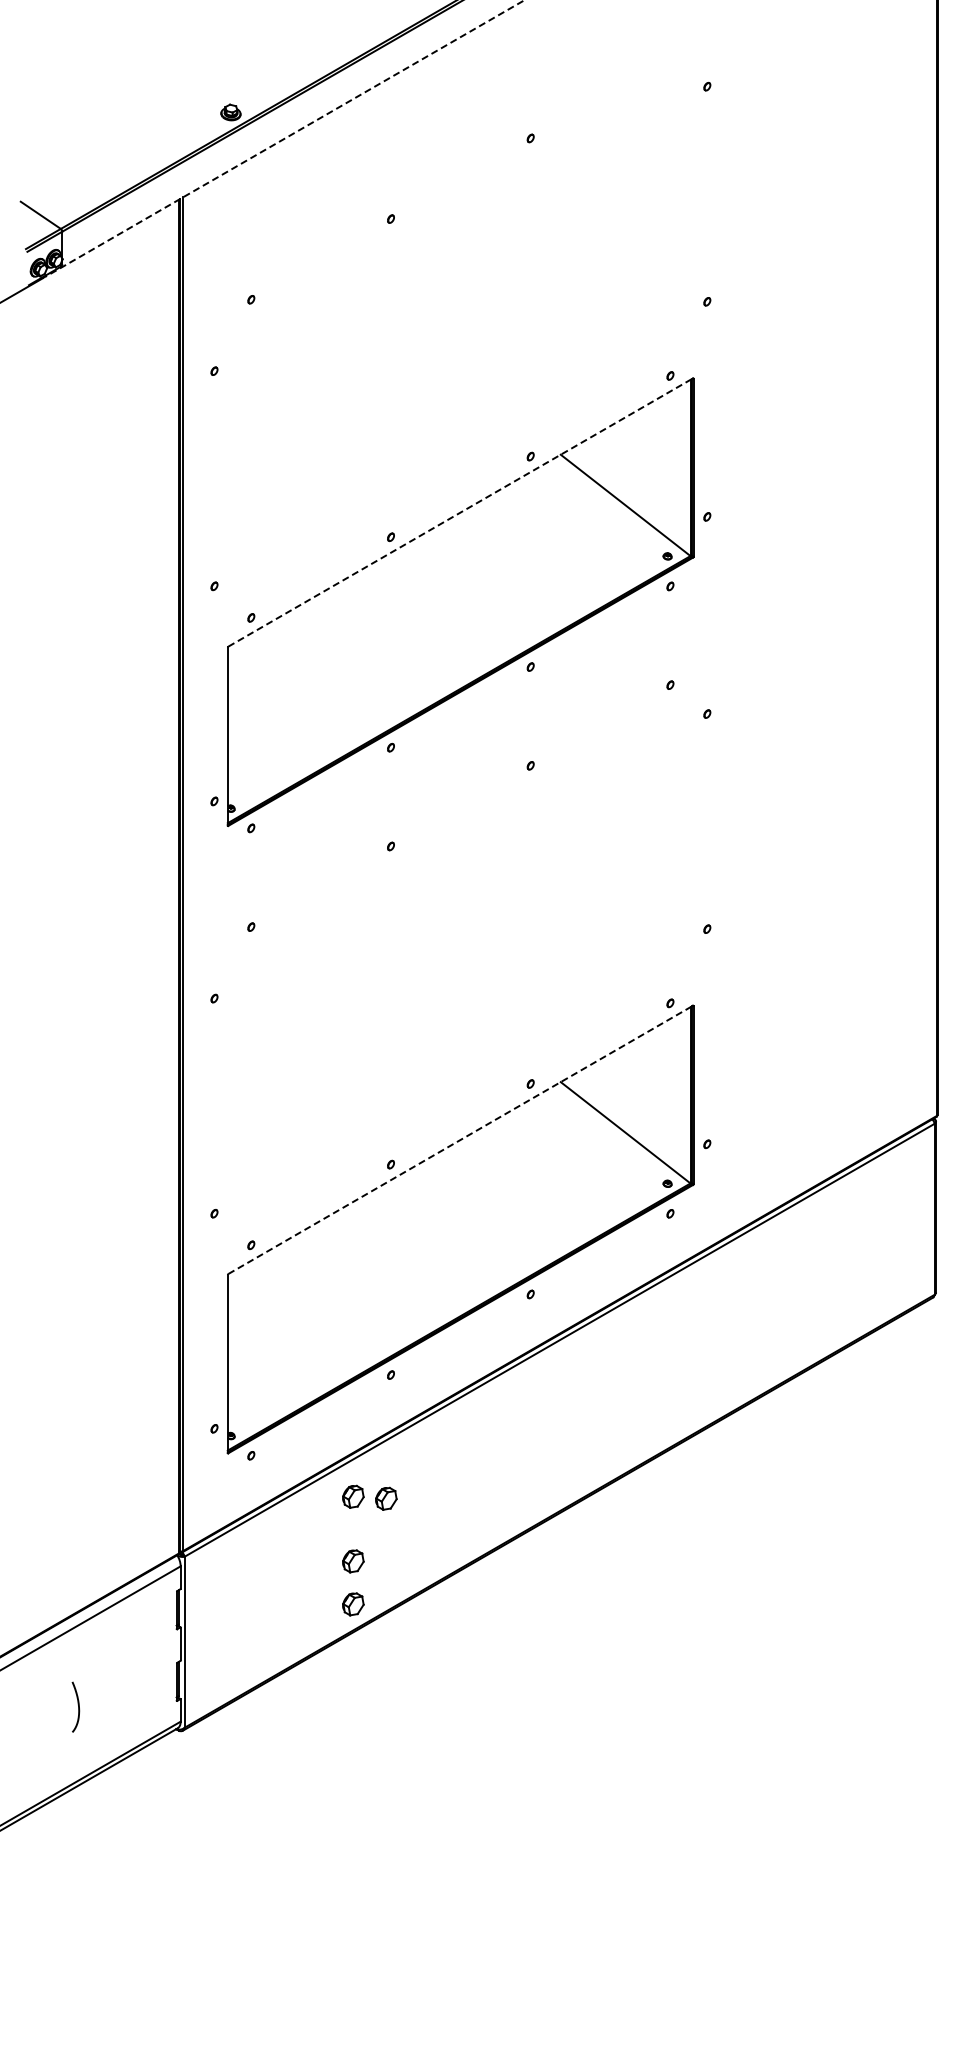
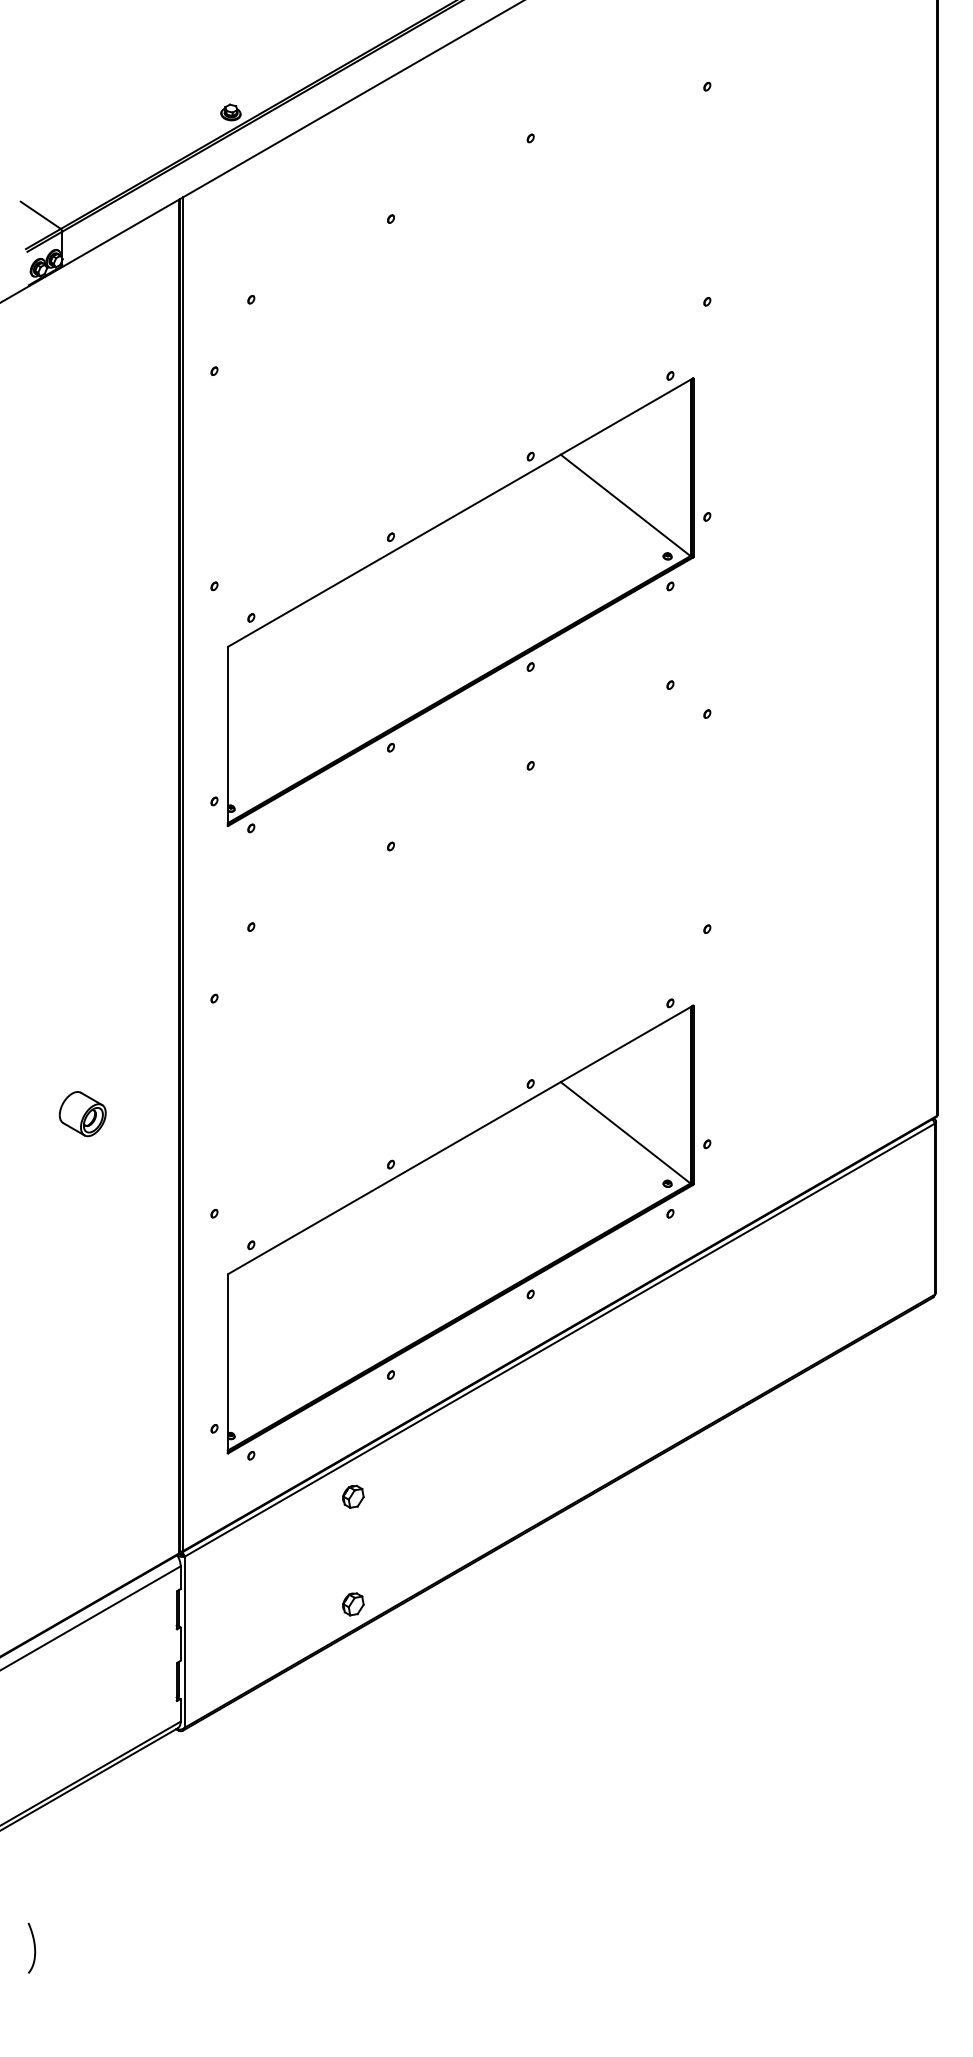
line at (284, 138): dashed -> solid
line at (461, 512): dashed -> solid
part at (82, 1114): none -> present
line at (461, 1139): dashed -> solid
part at (386, 1498): present -> none
part at (353, 1561): present -> none
curve at (77, 1704) position: (77, 1704) -> (33, 1945)
